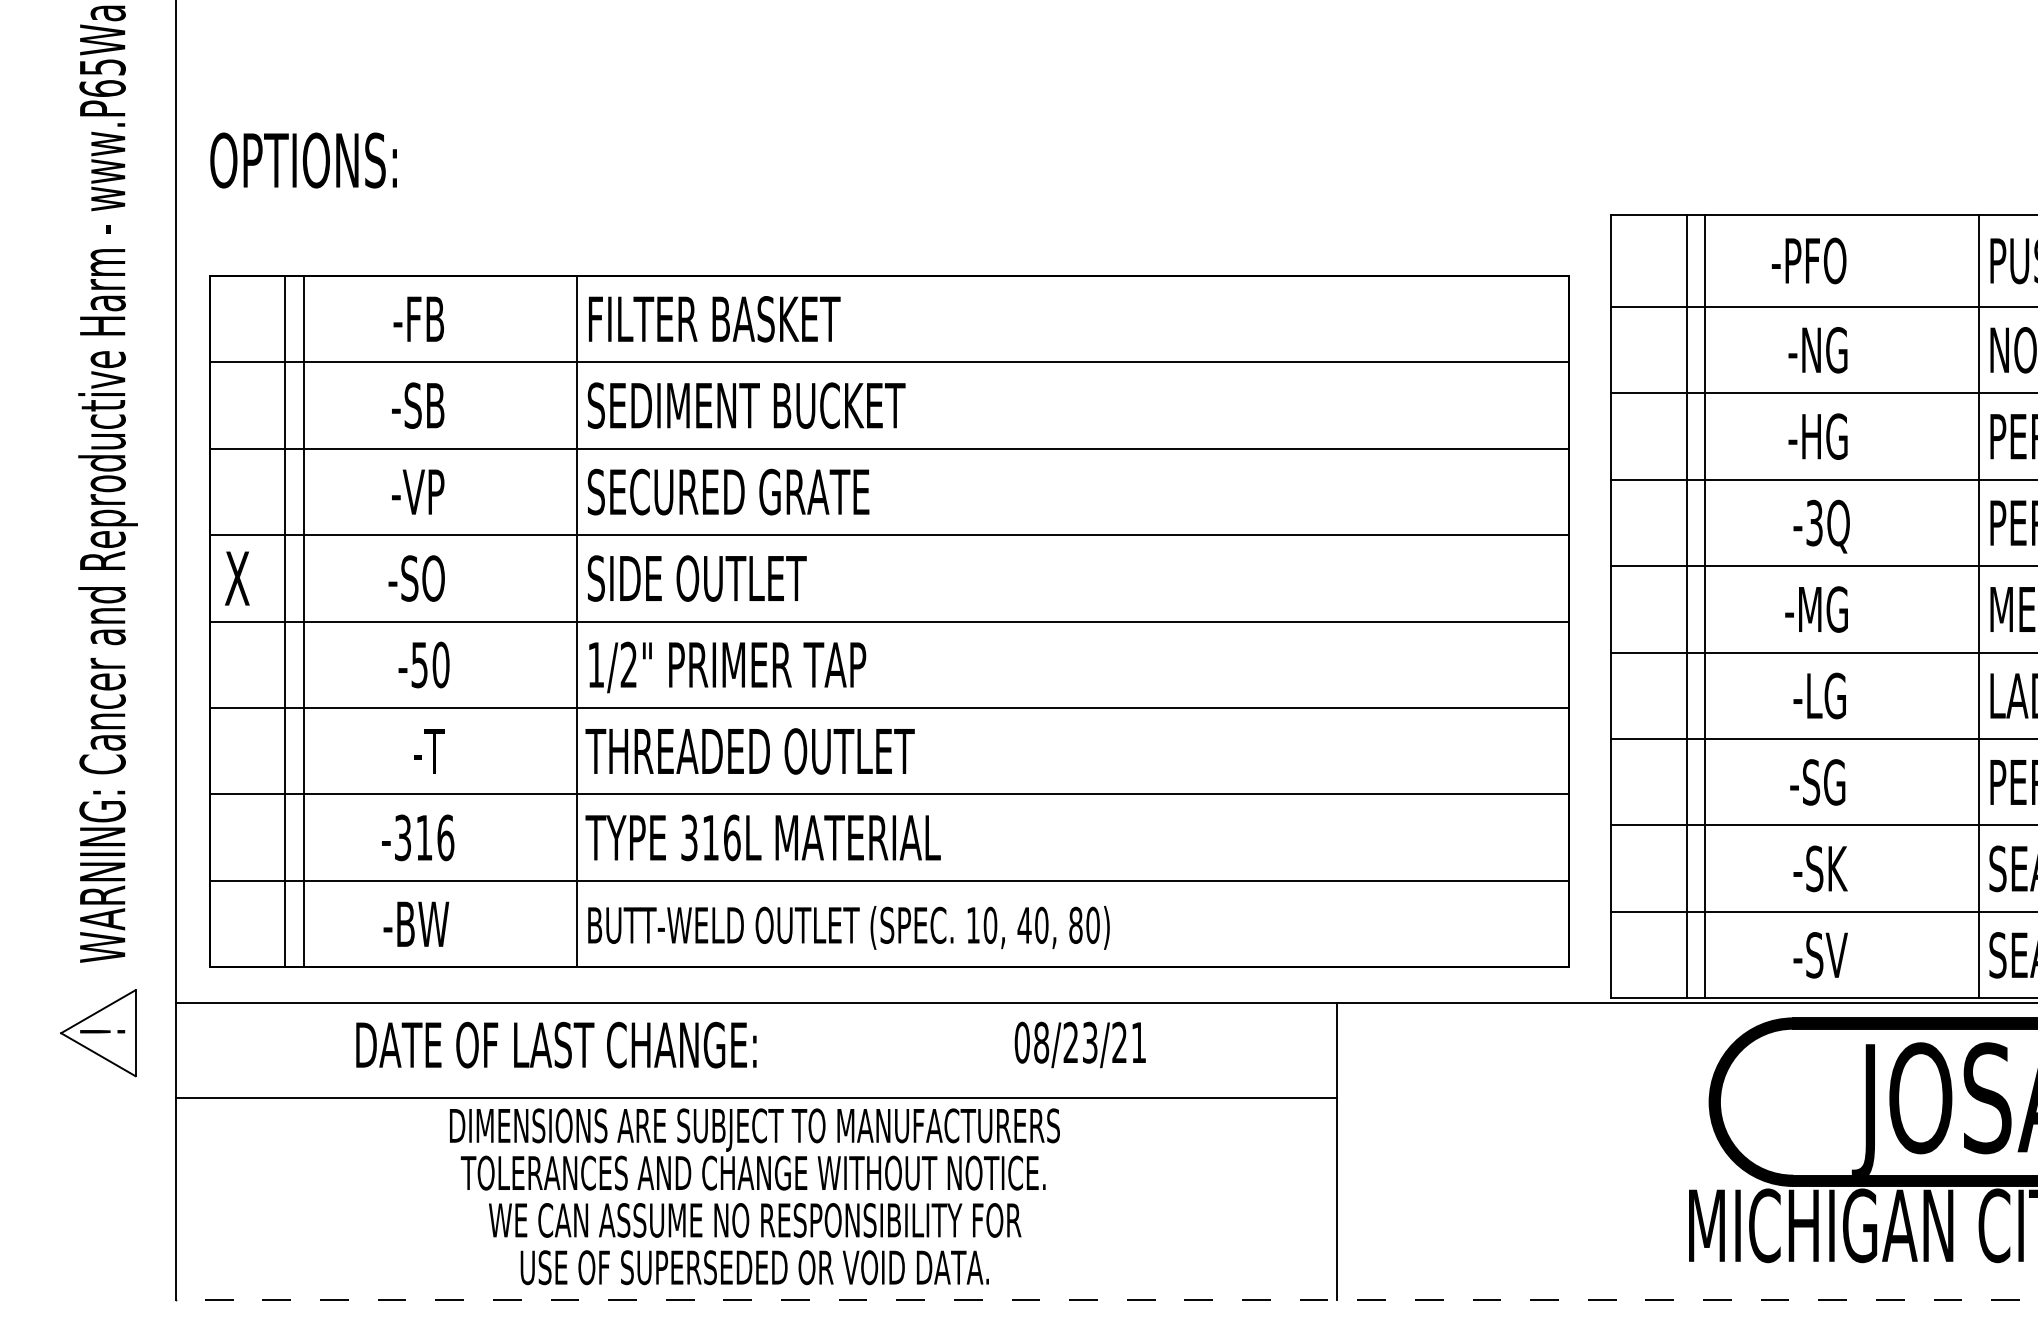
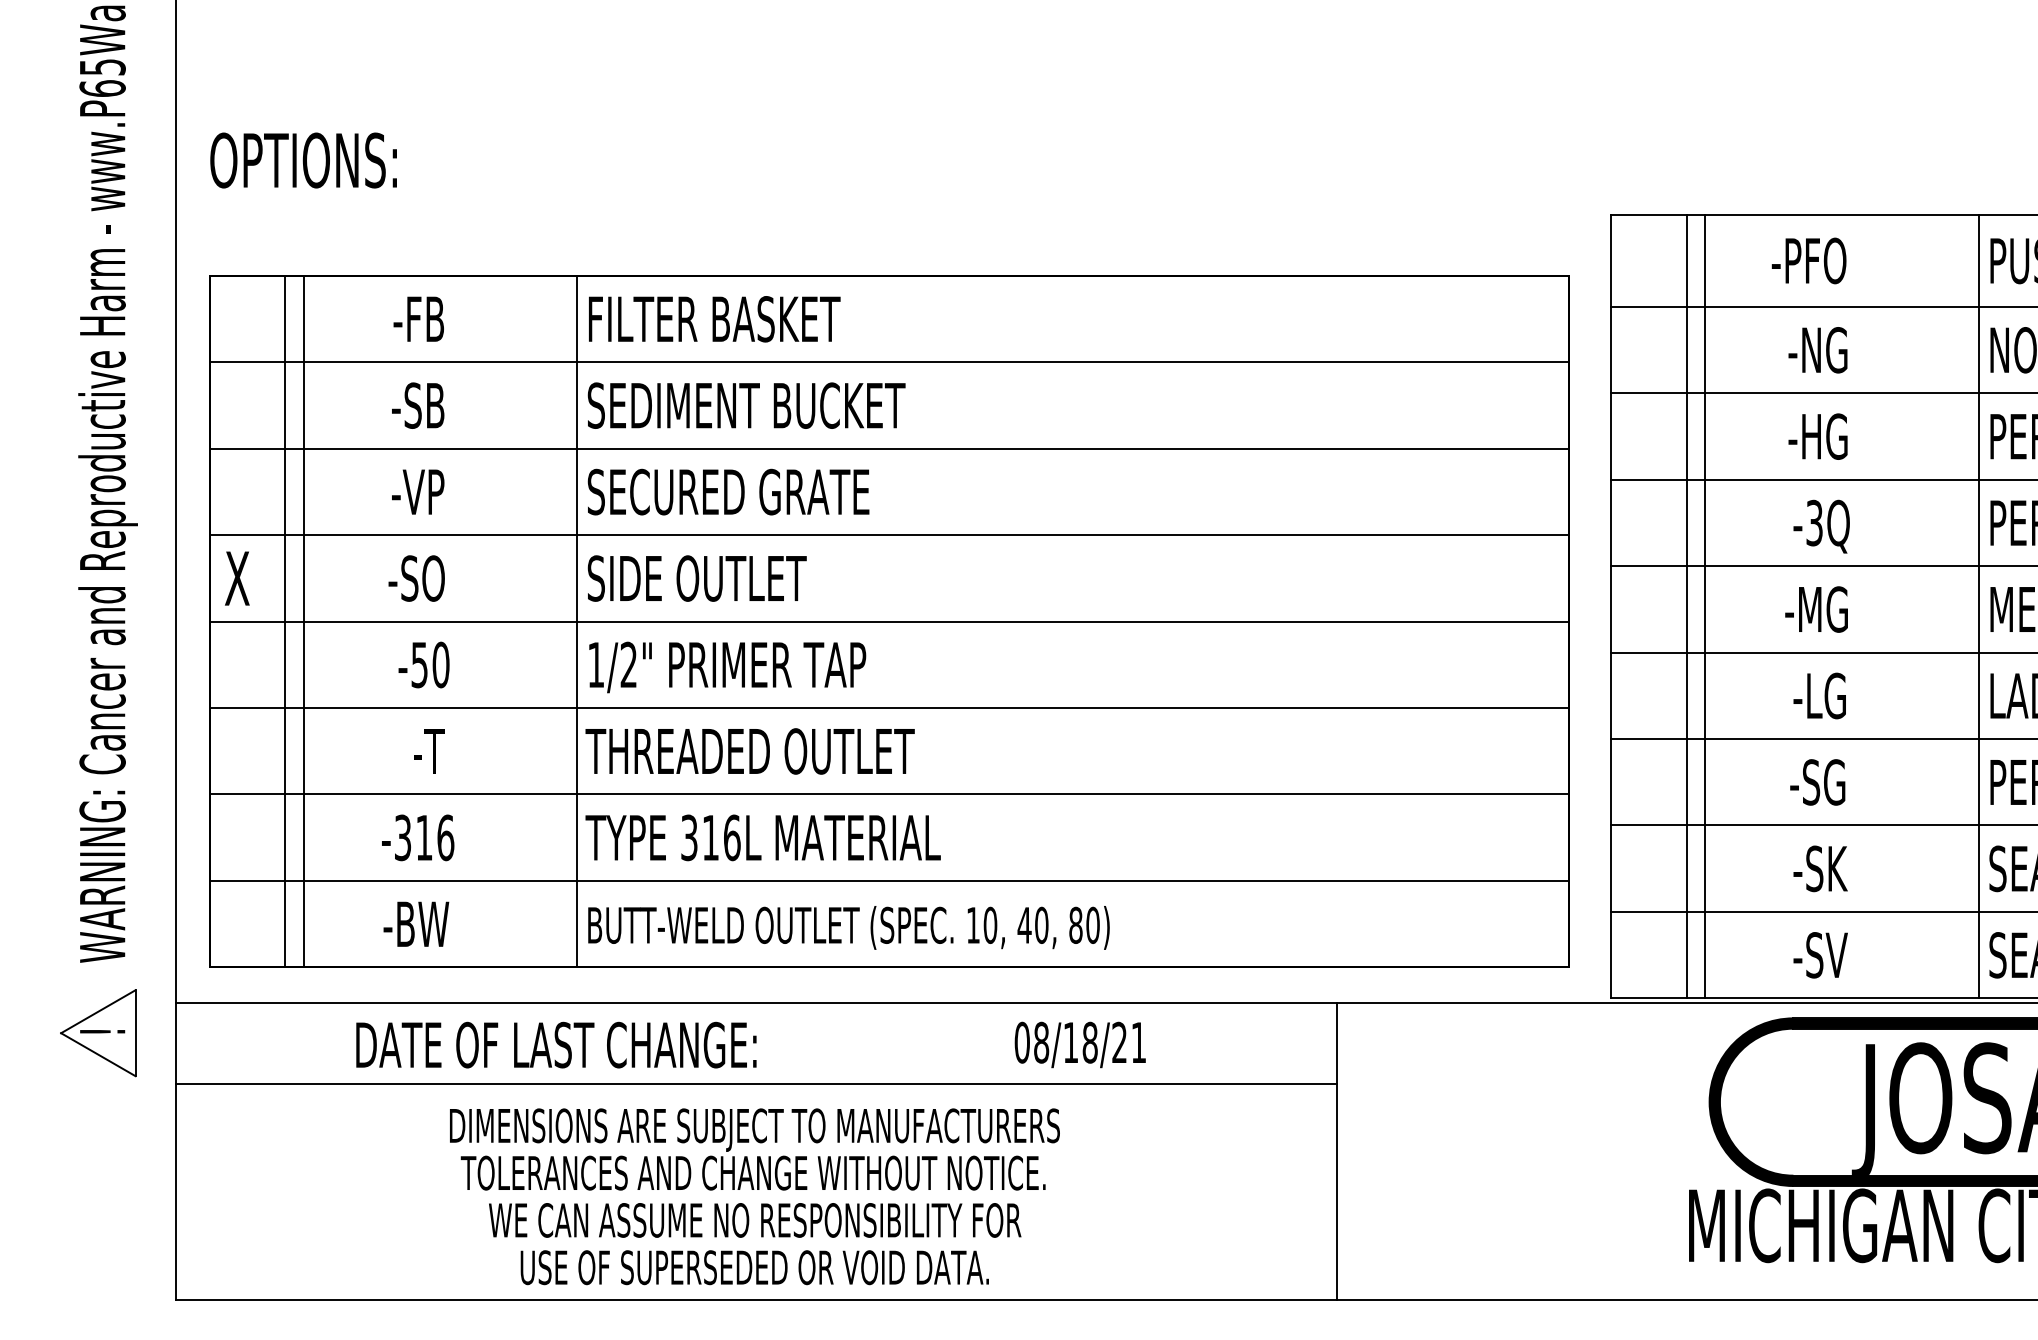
text at (1080, 1042): 08/23/21 -> 08/18/21
line at (756, 1097) position: (756, 1097) -> (756, 1083)
line at (1106, 1299): dashed -> solid
